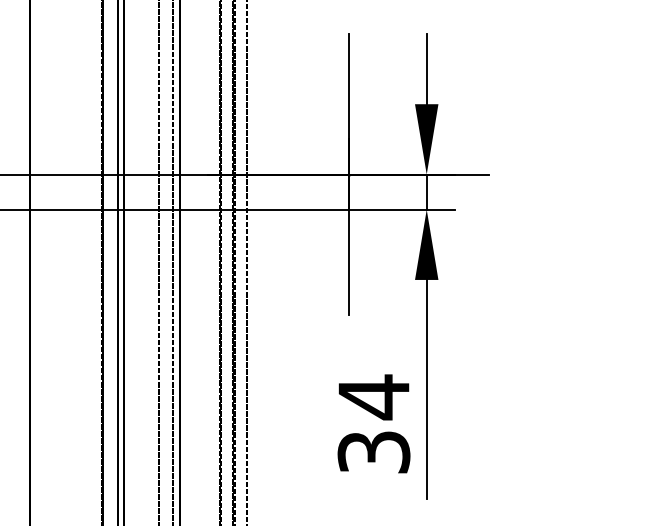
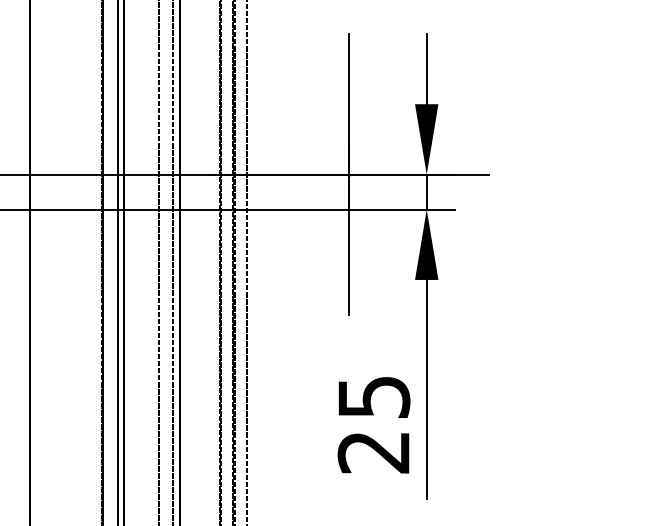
text at (373, 423): 34 -> 25
